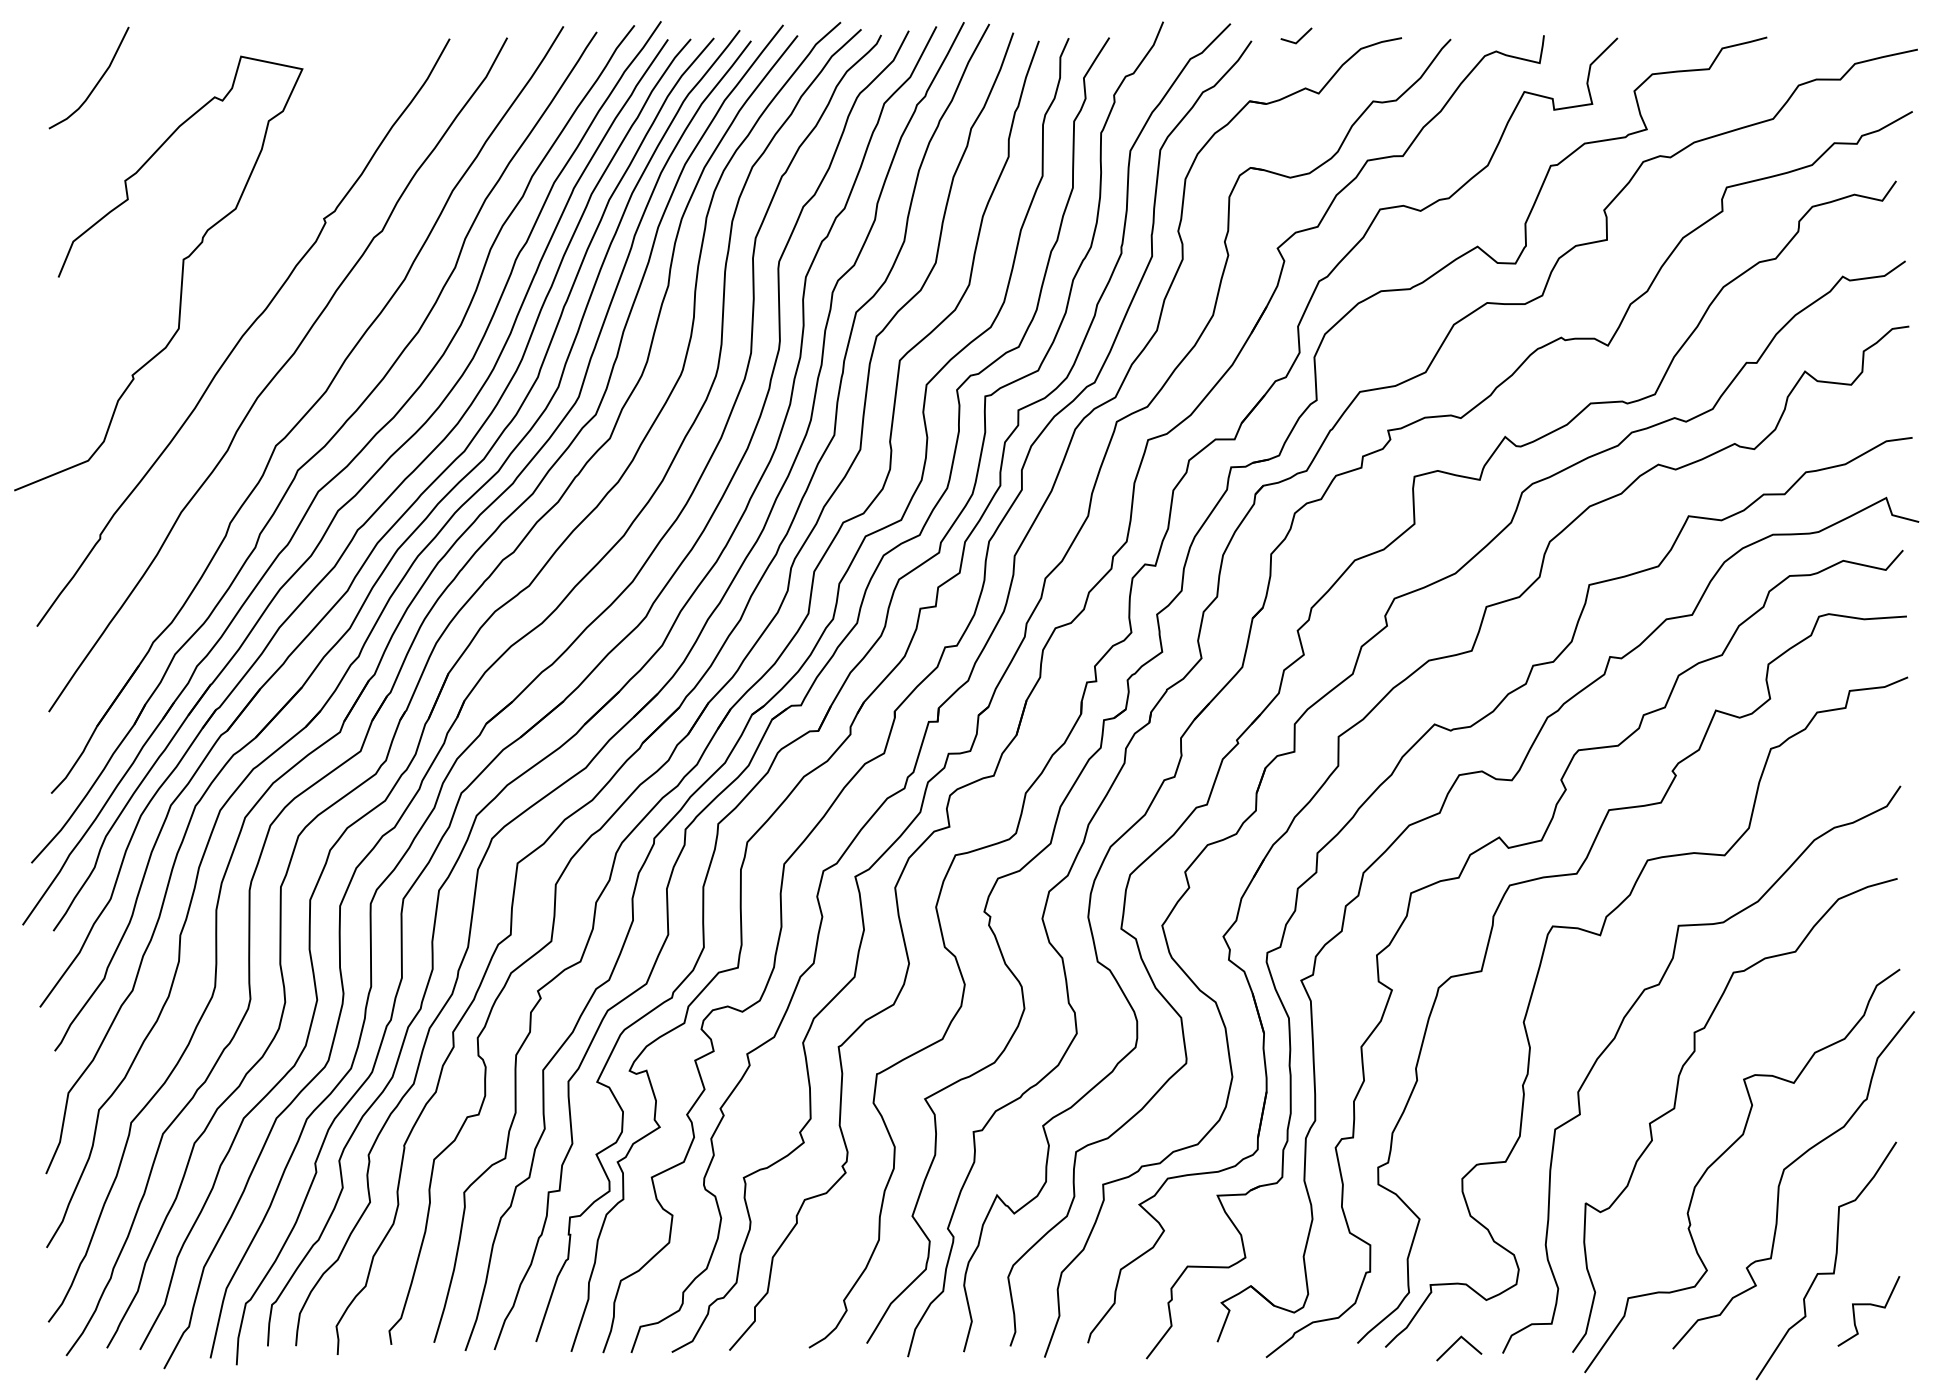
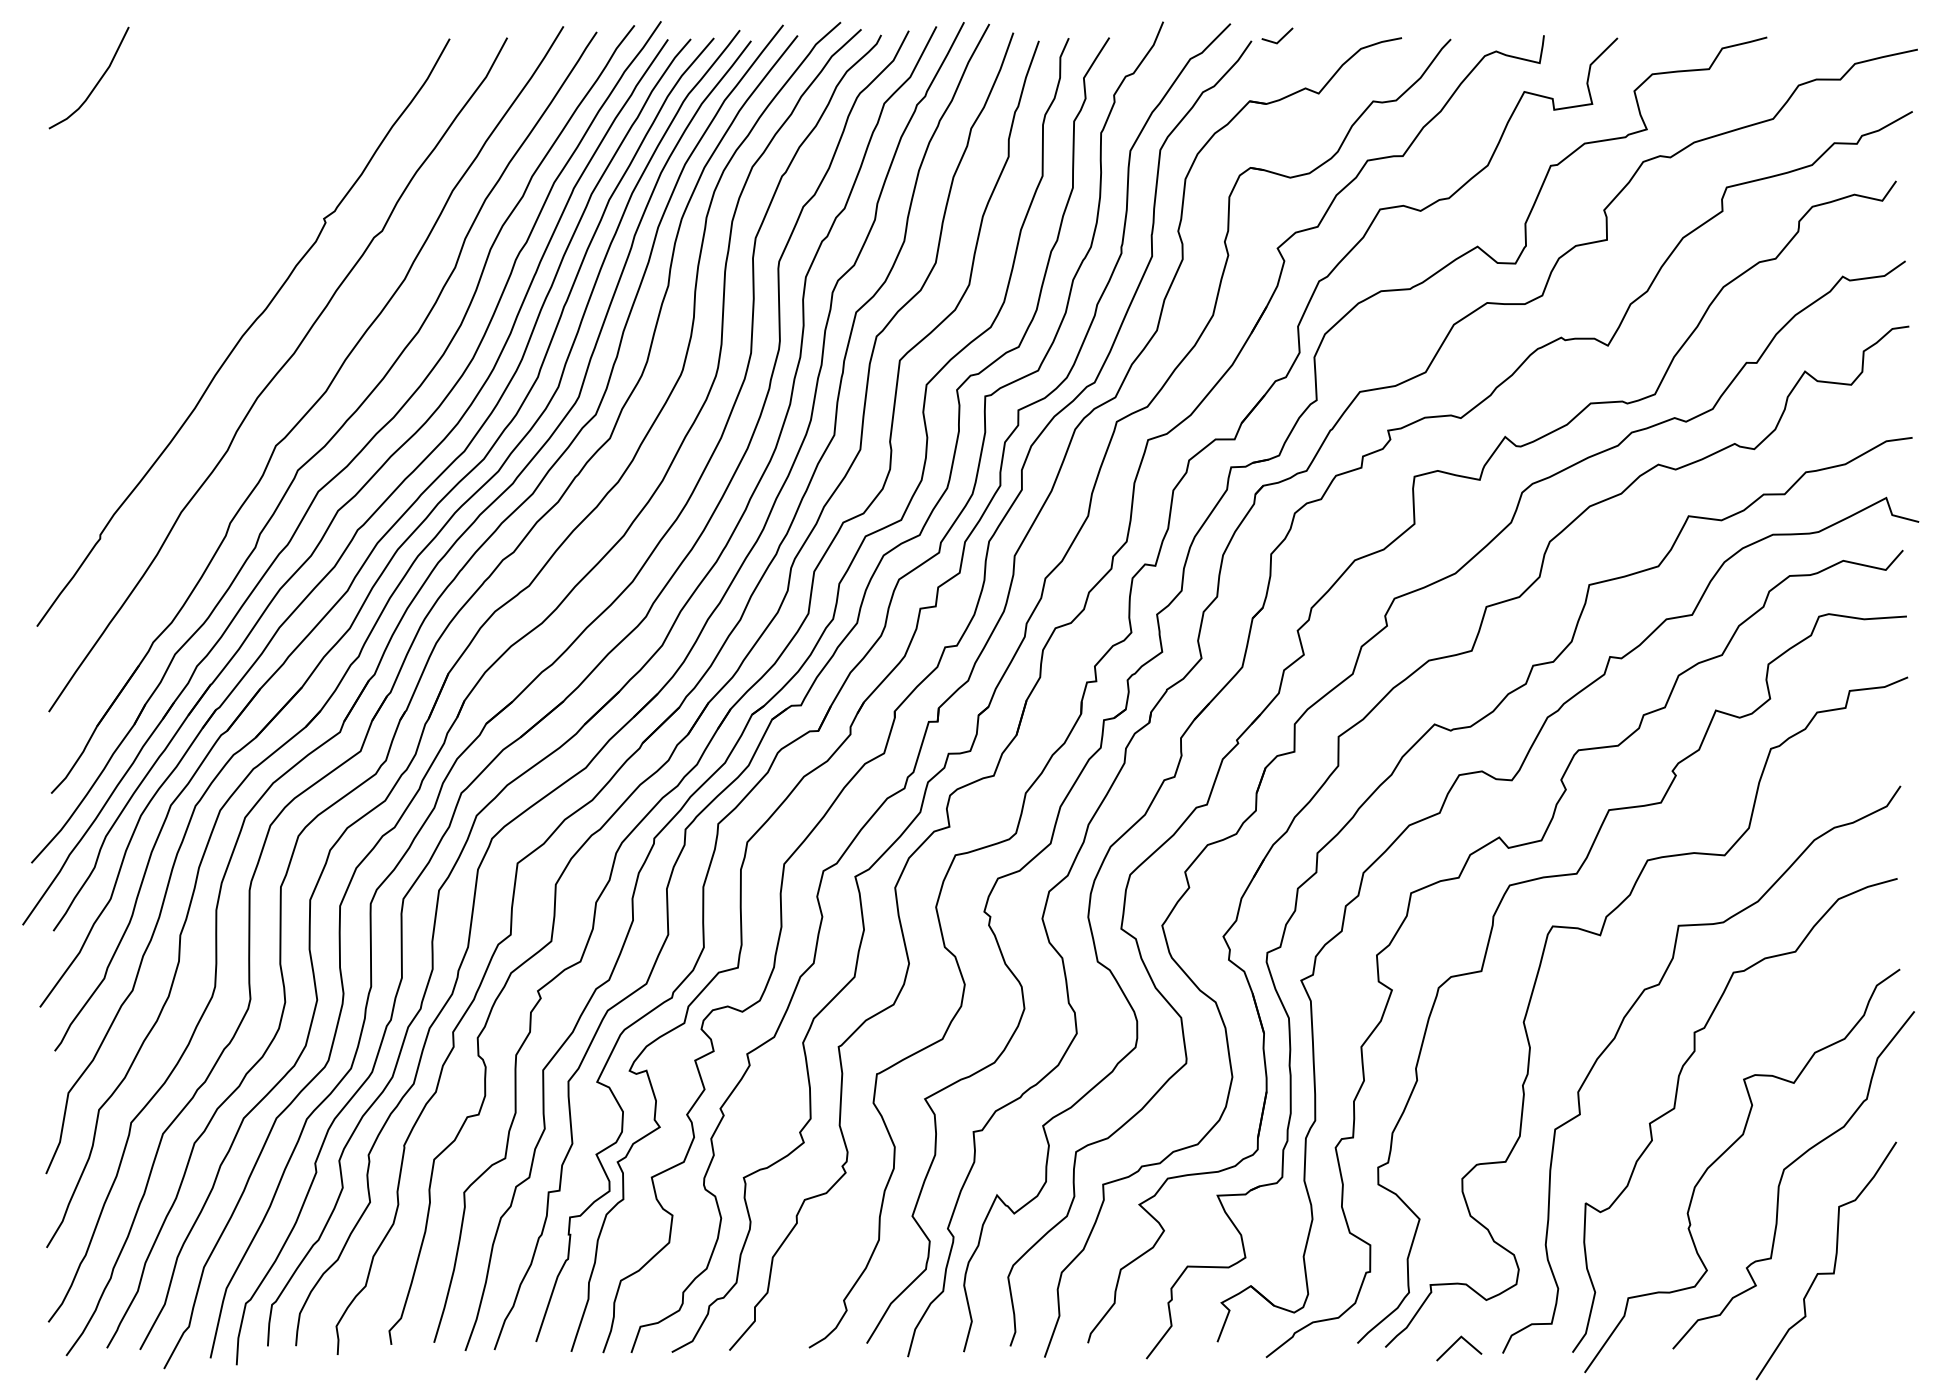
line at (1299, 38) position: (1299, 38) -> (1280, 38)
curve at (181, 273): present -> none
curve at (1868, 1305): present -> none
